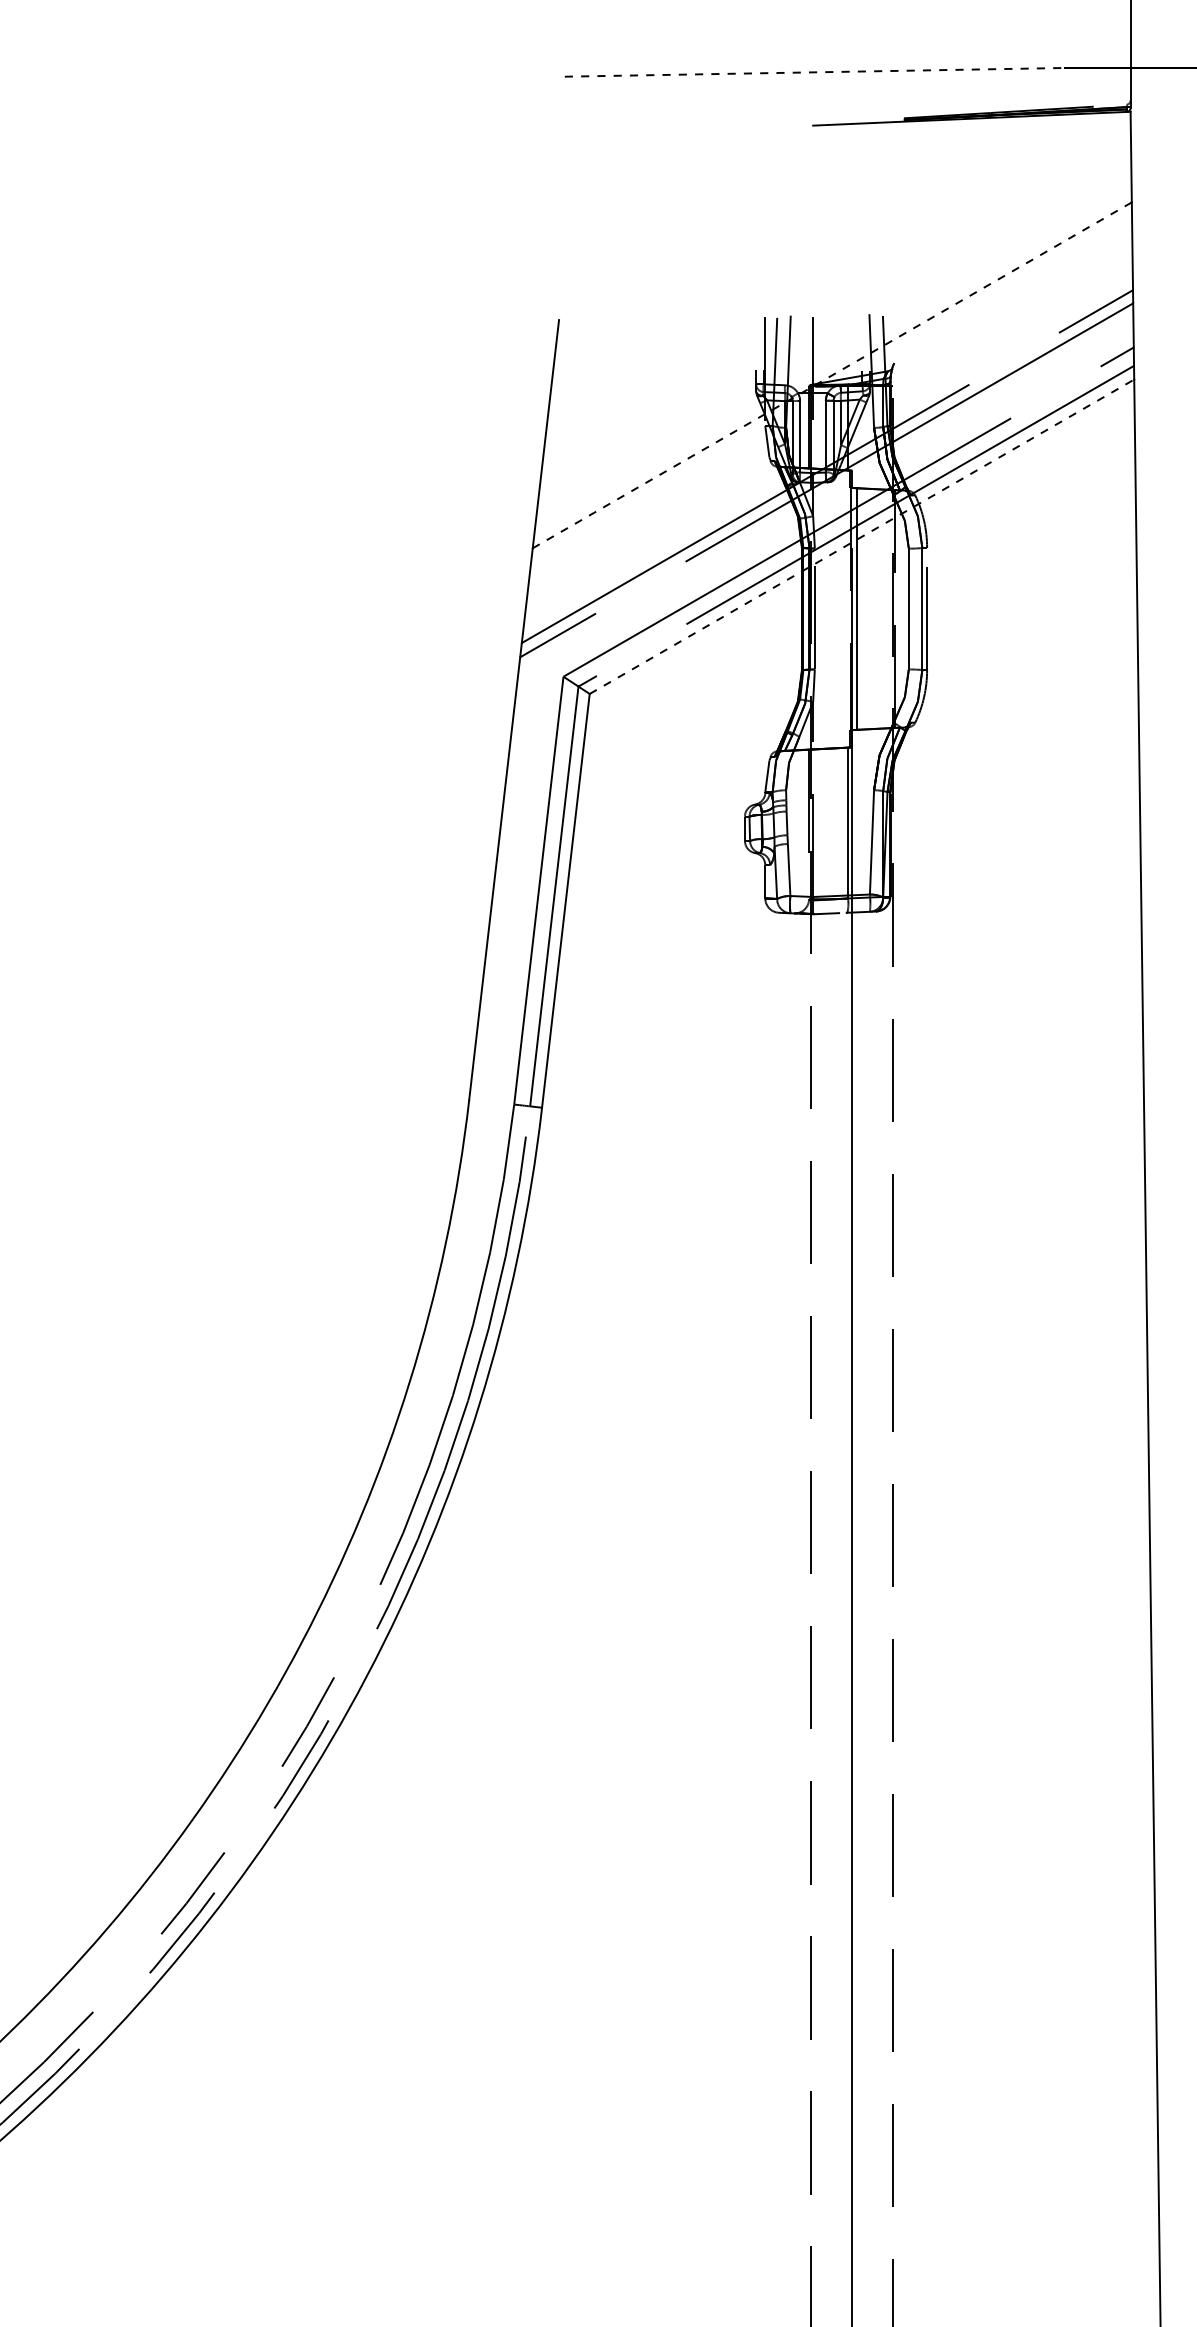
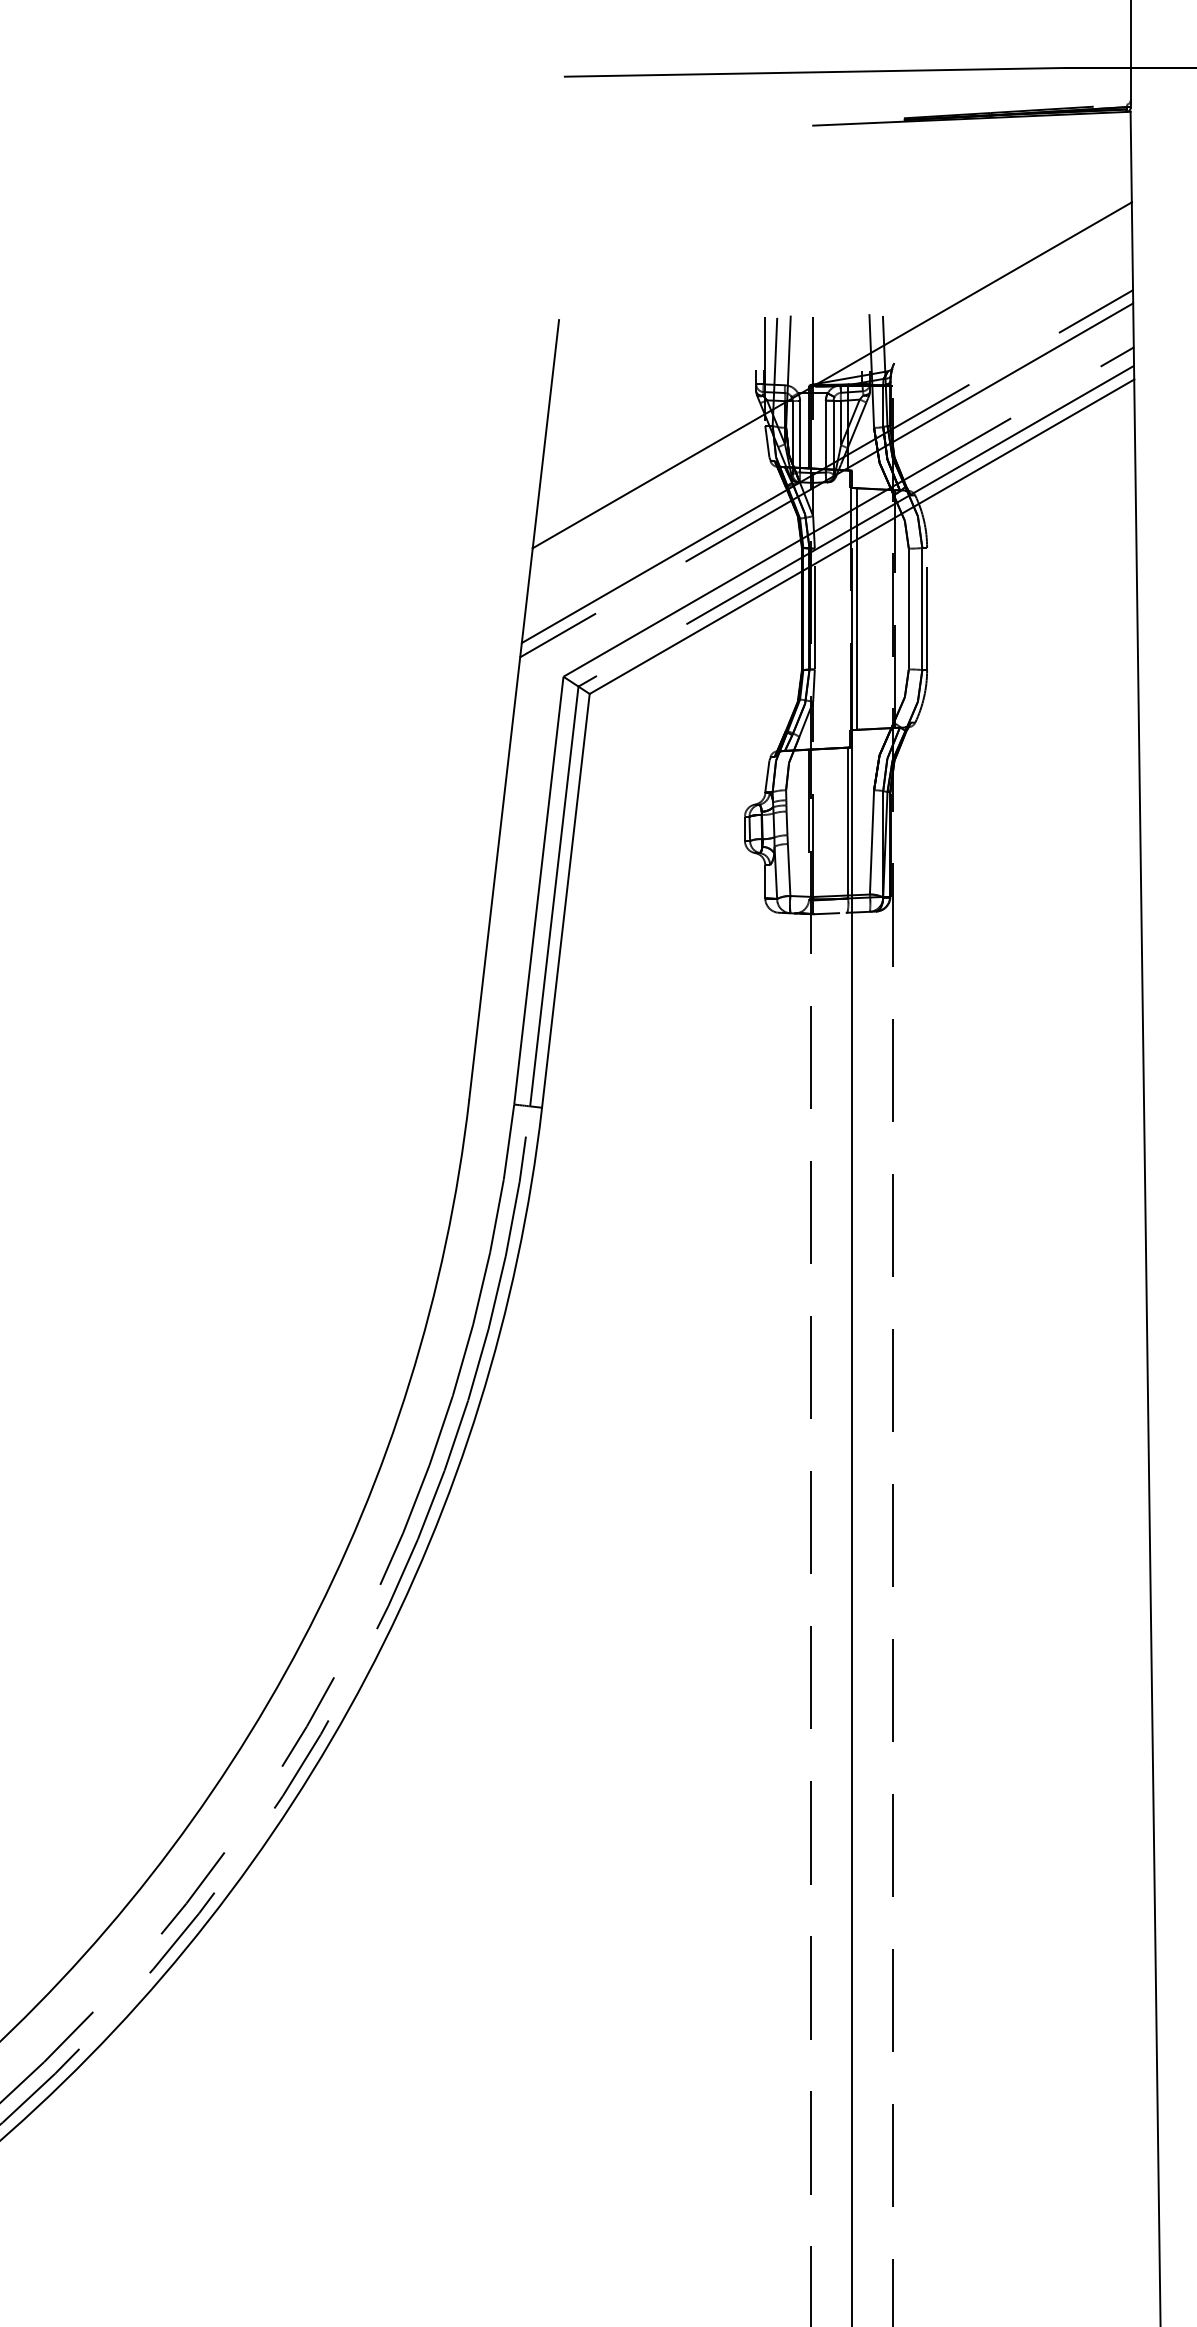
line at (815, 72): dashed -> solid
line at (832, 375): dashed -> solid
line at (862, 536): dashed -> solid
